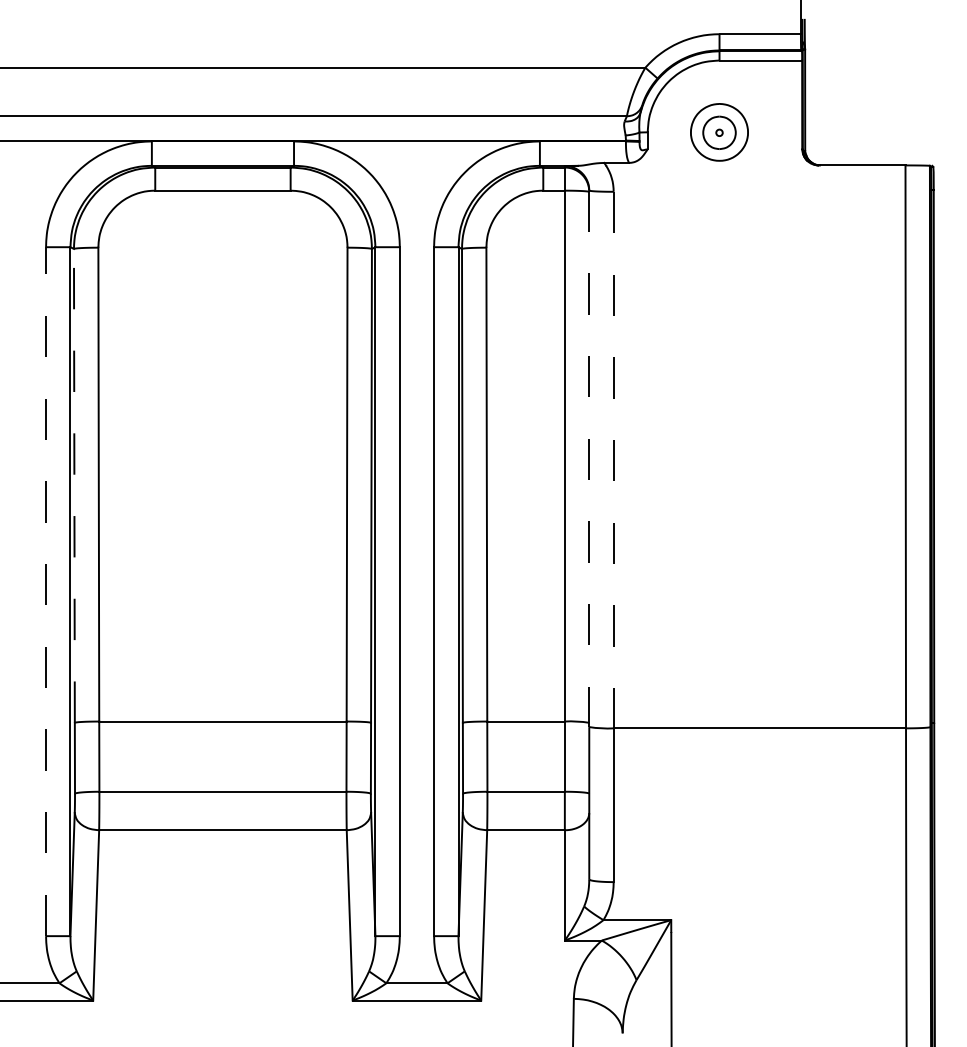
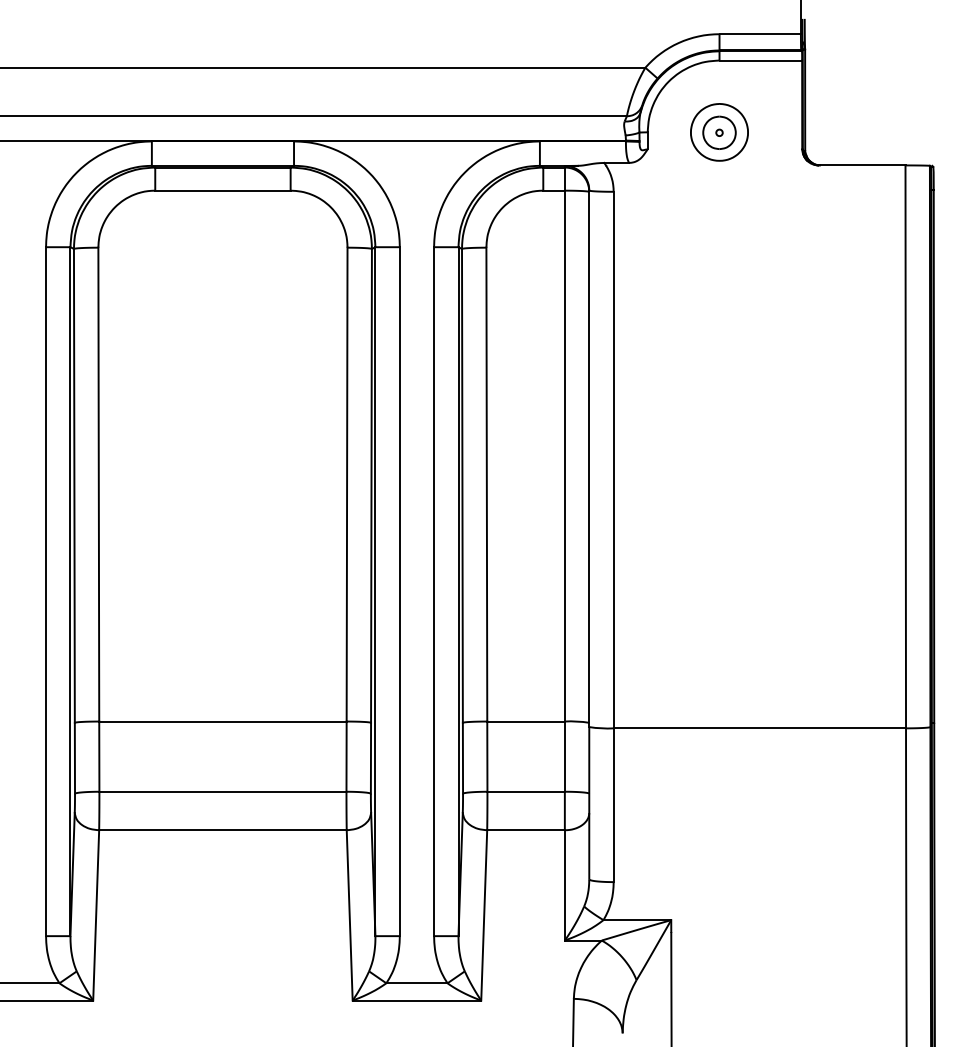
line at (589, 459): dashed -> solid
line at (613, 460): dashed -> solid
line at (74, 485): dashed -> solid
line at (46, 591): dashed -> solid
